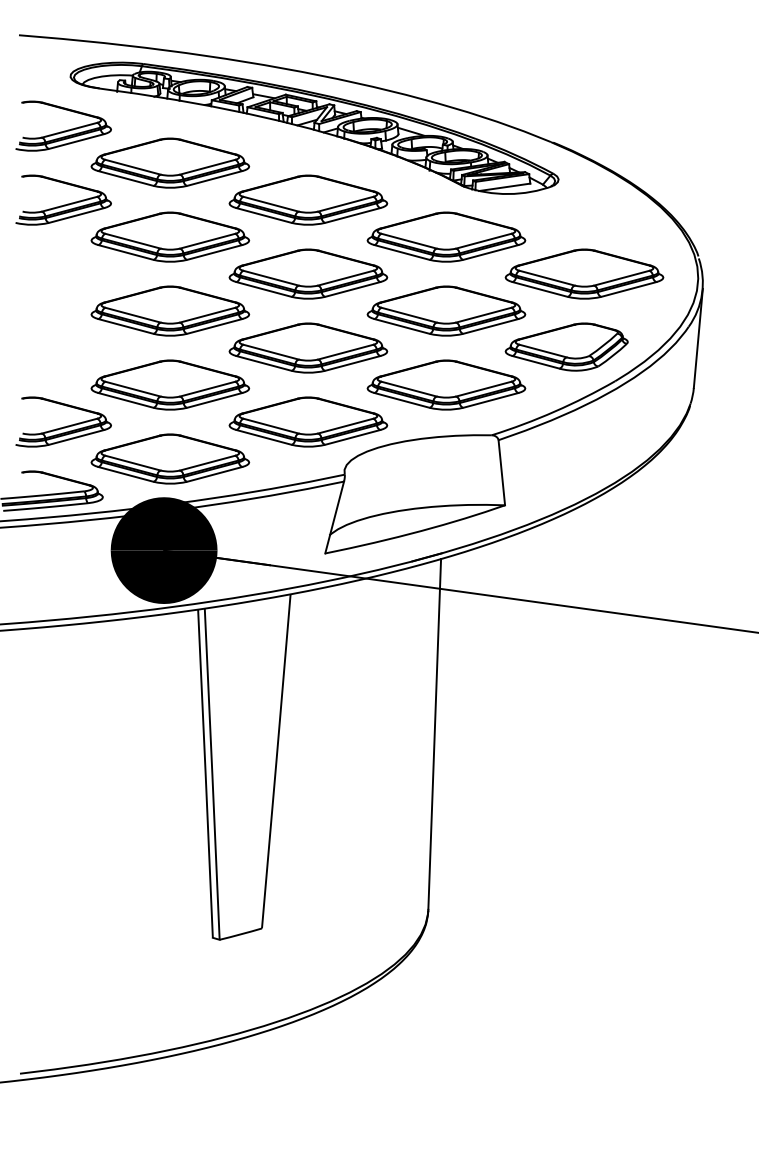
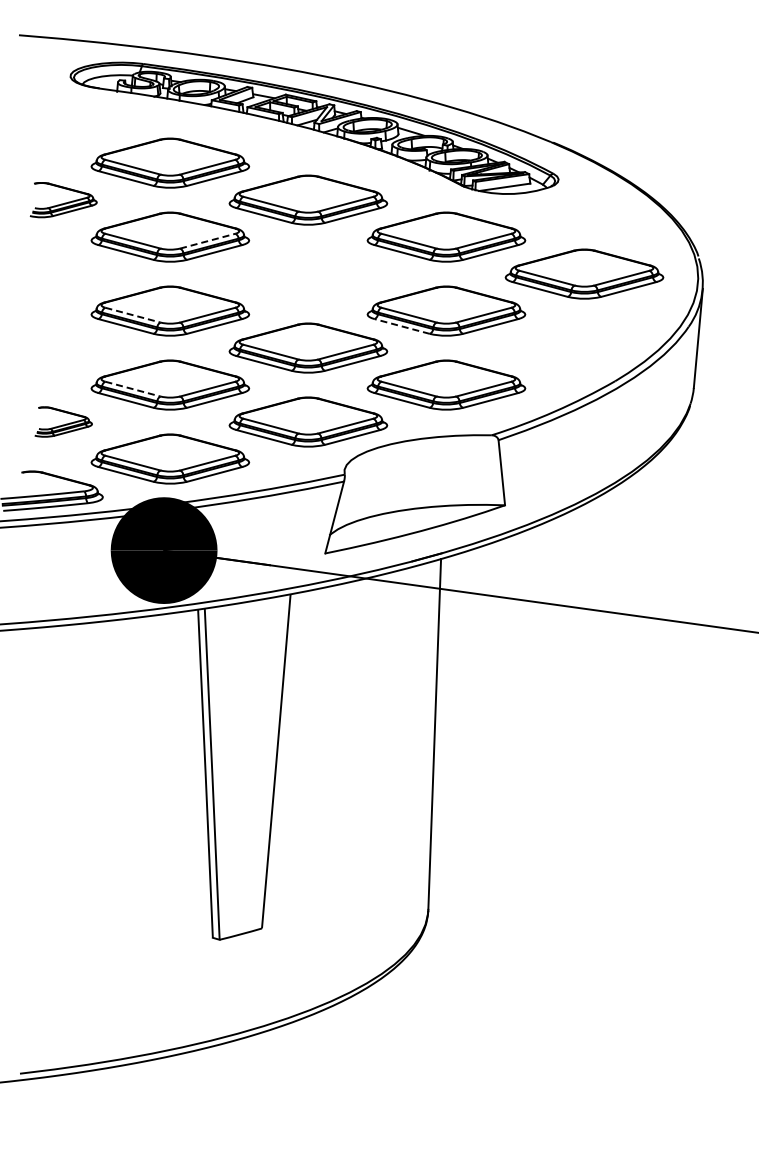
part at (63, 125): present -> none
part at (63, 199) size: 97x52 px -> 69x37 px
line at (207, 241): solid -> dashed
part at (308, 273): present -> none
line at (133, 315): solid -> dashed
line at (402, 326): solid -> dashed
part at (566, 346): present -> none
line at (133, 389): solid -> dashed
part at (63, 421) size: 97x52 px -> 59x32 px
